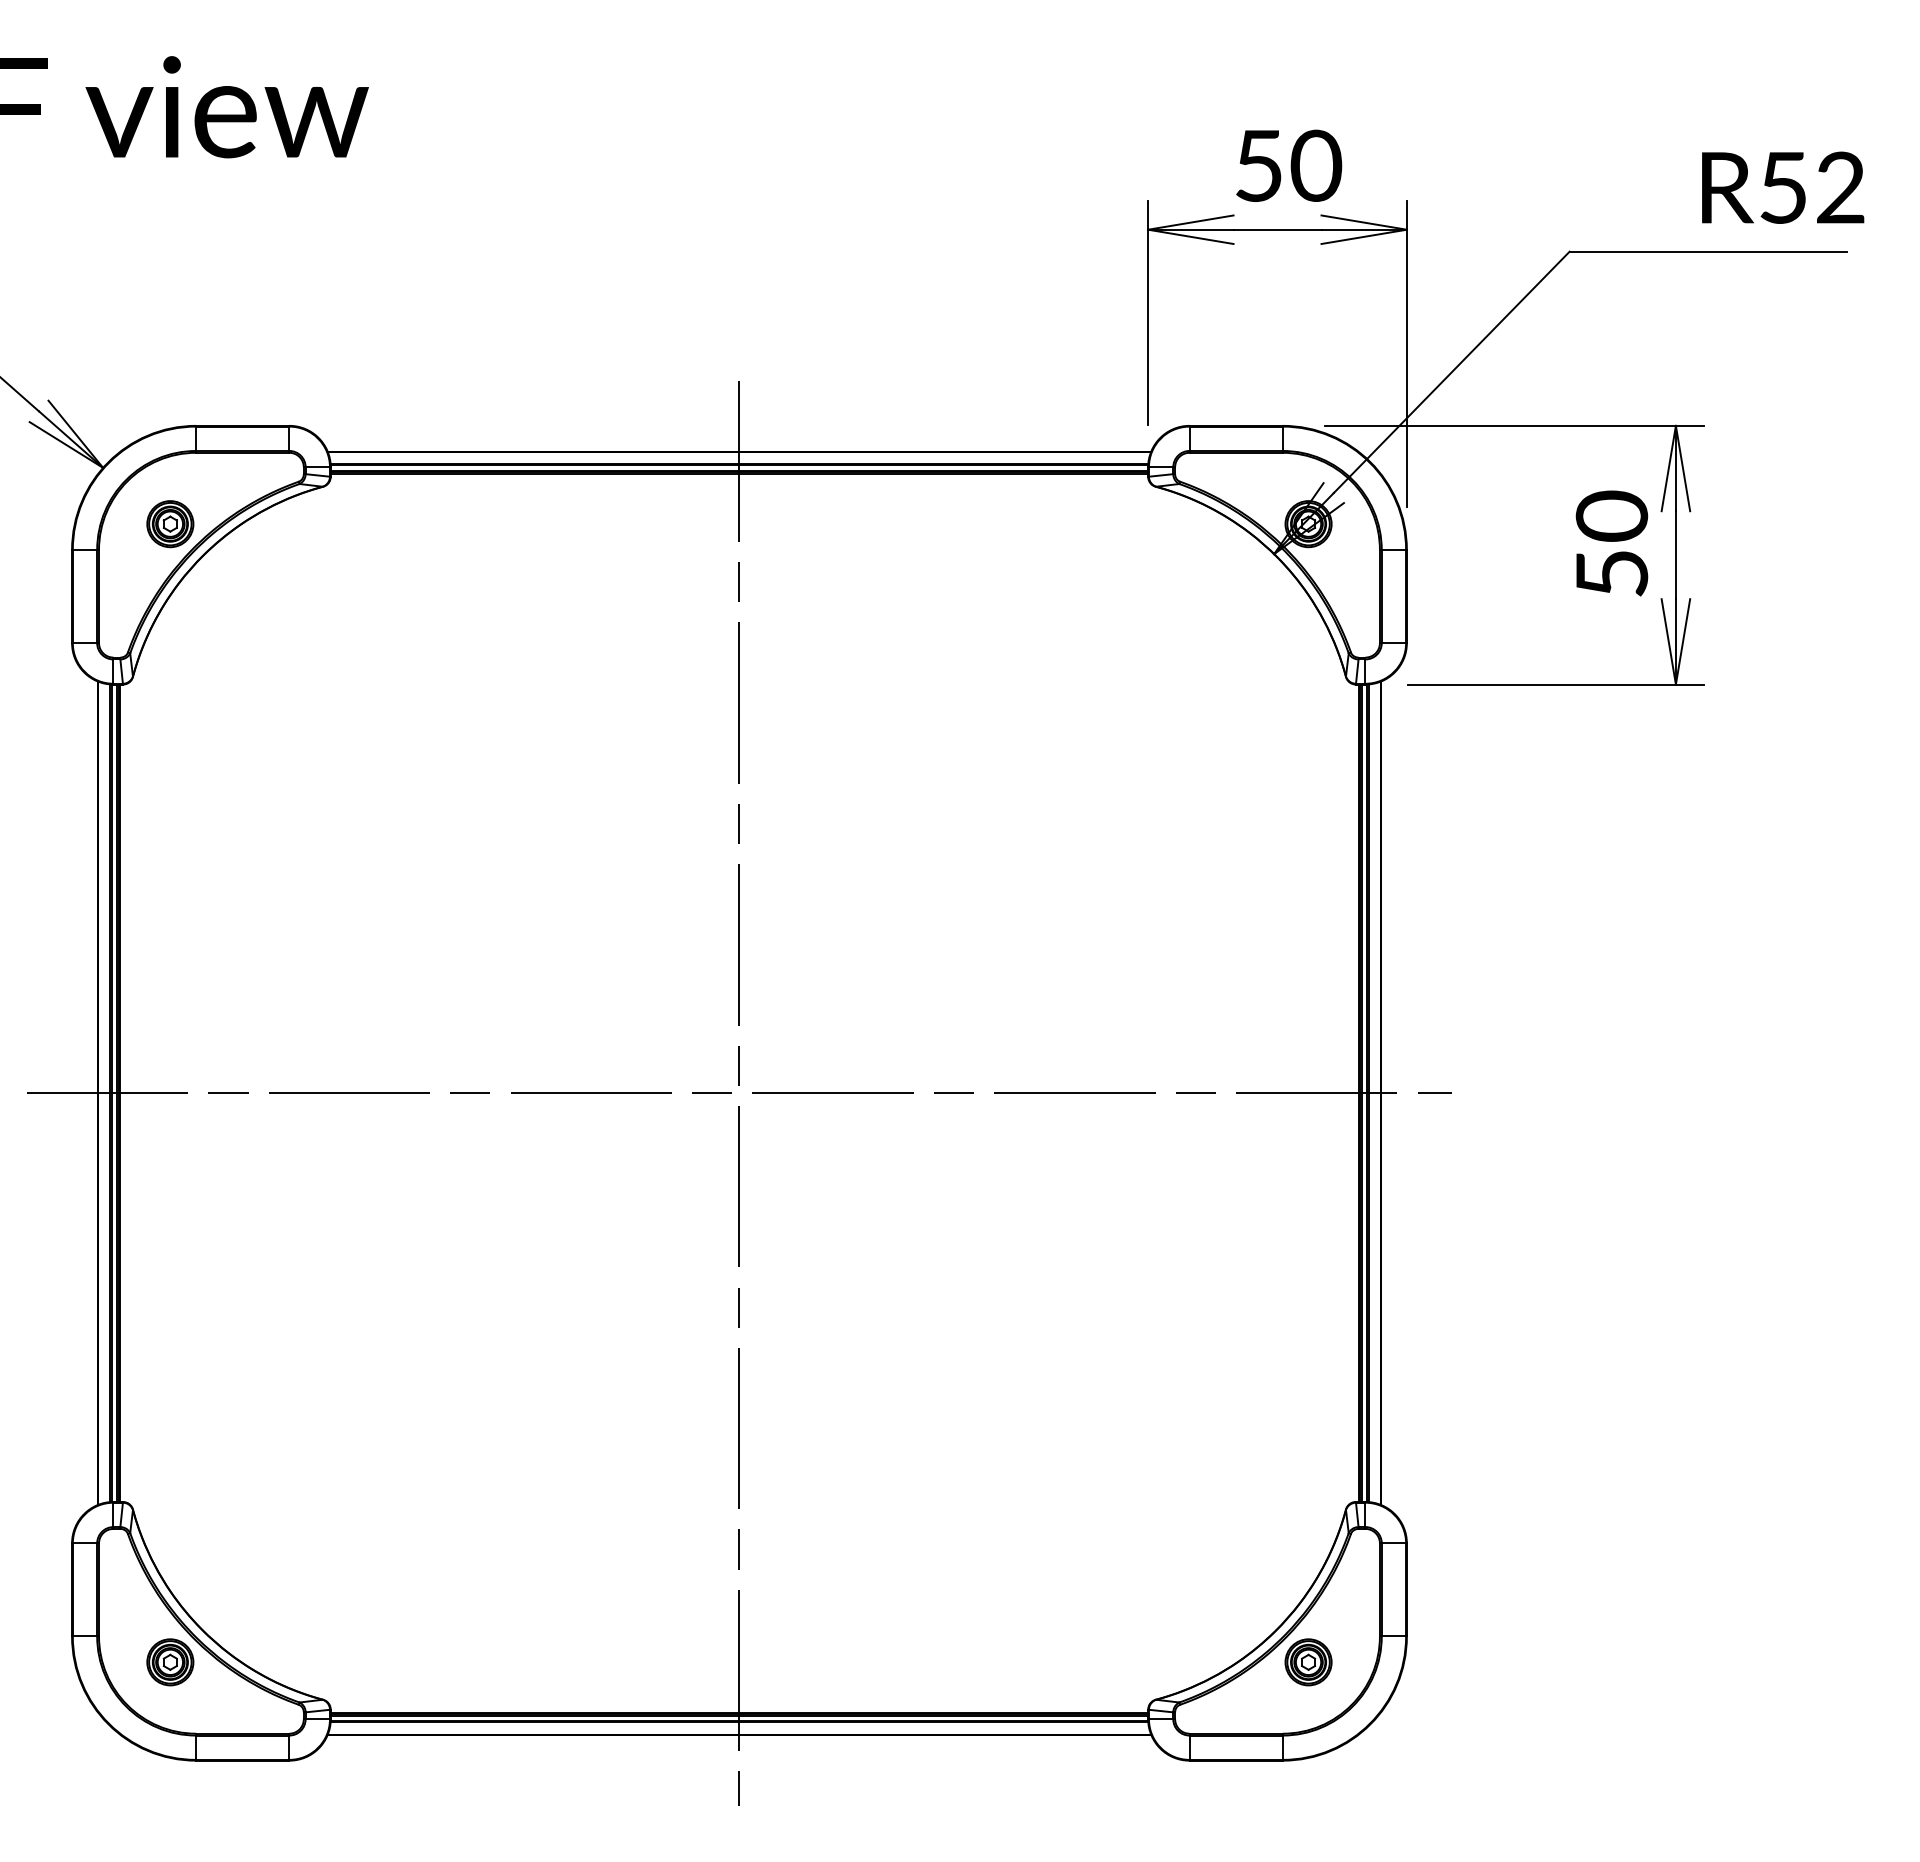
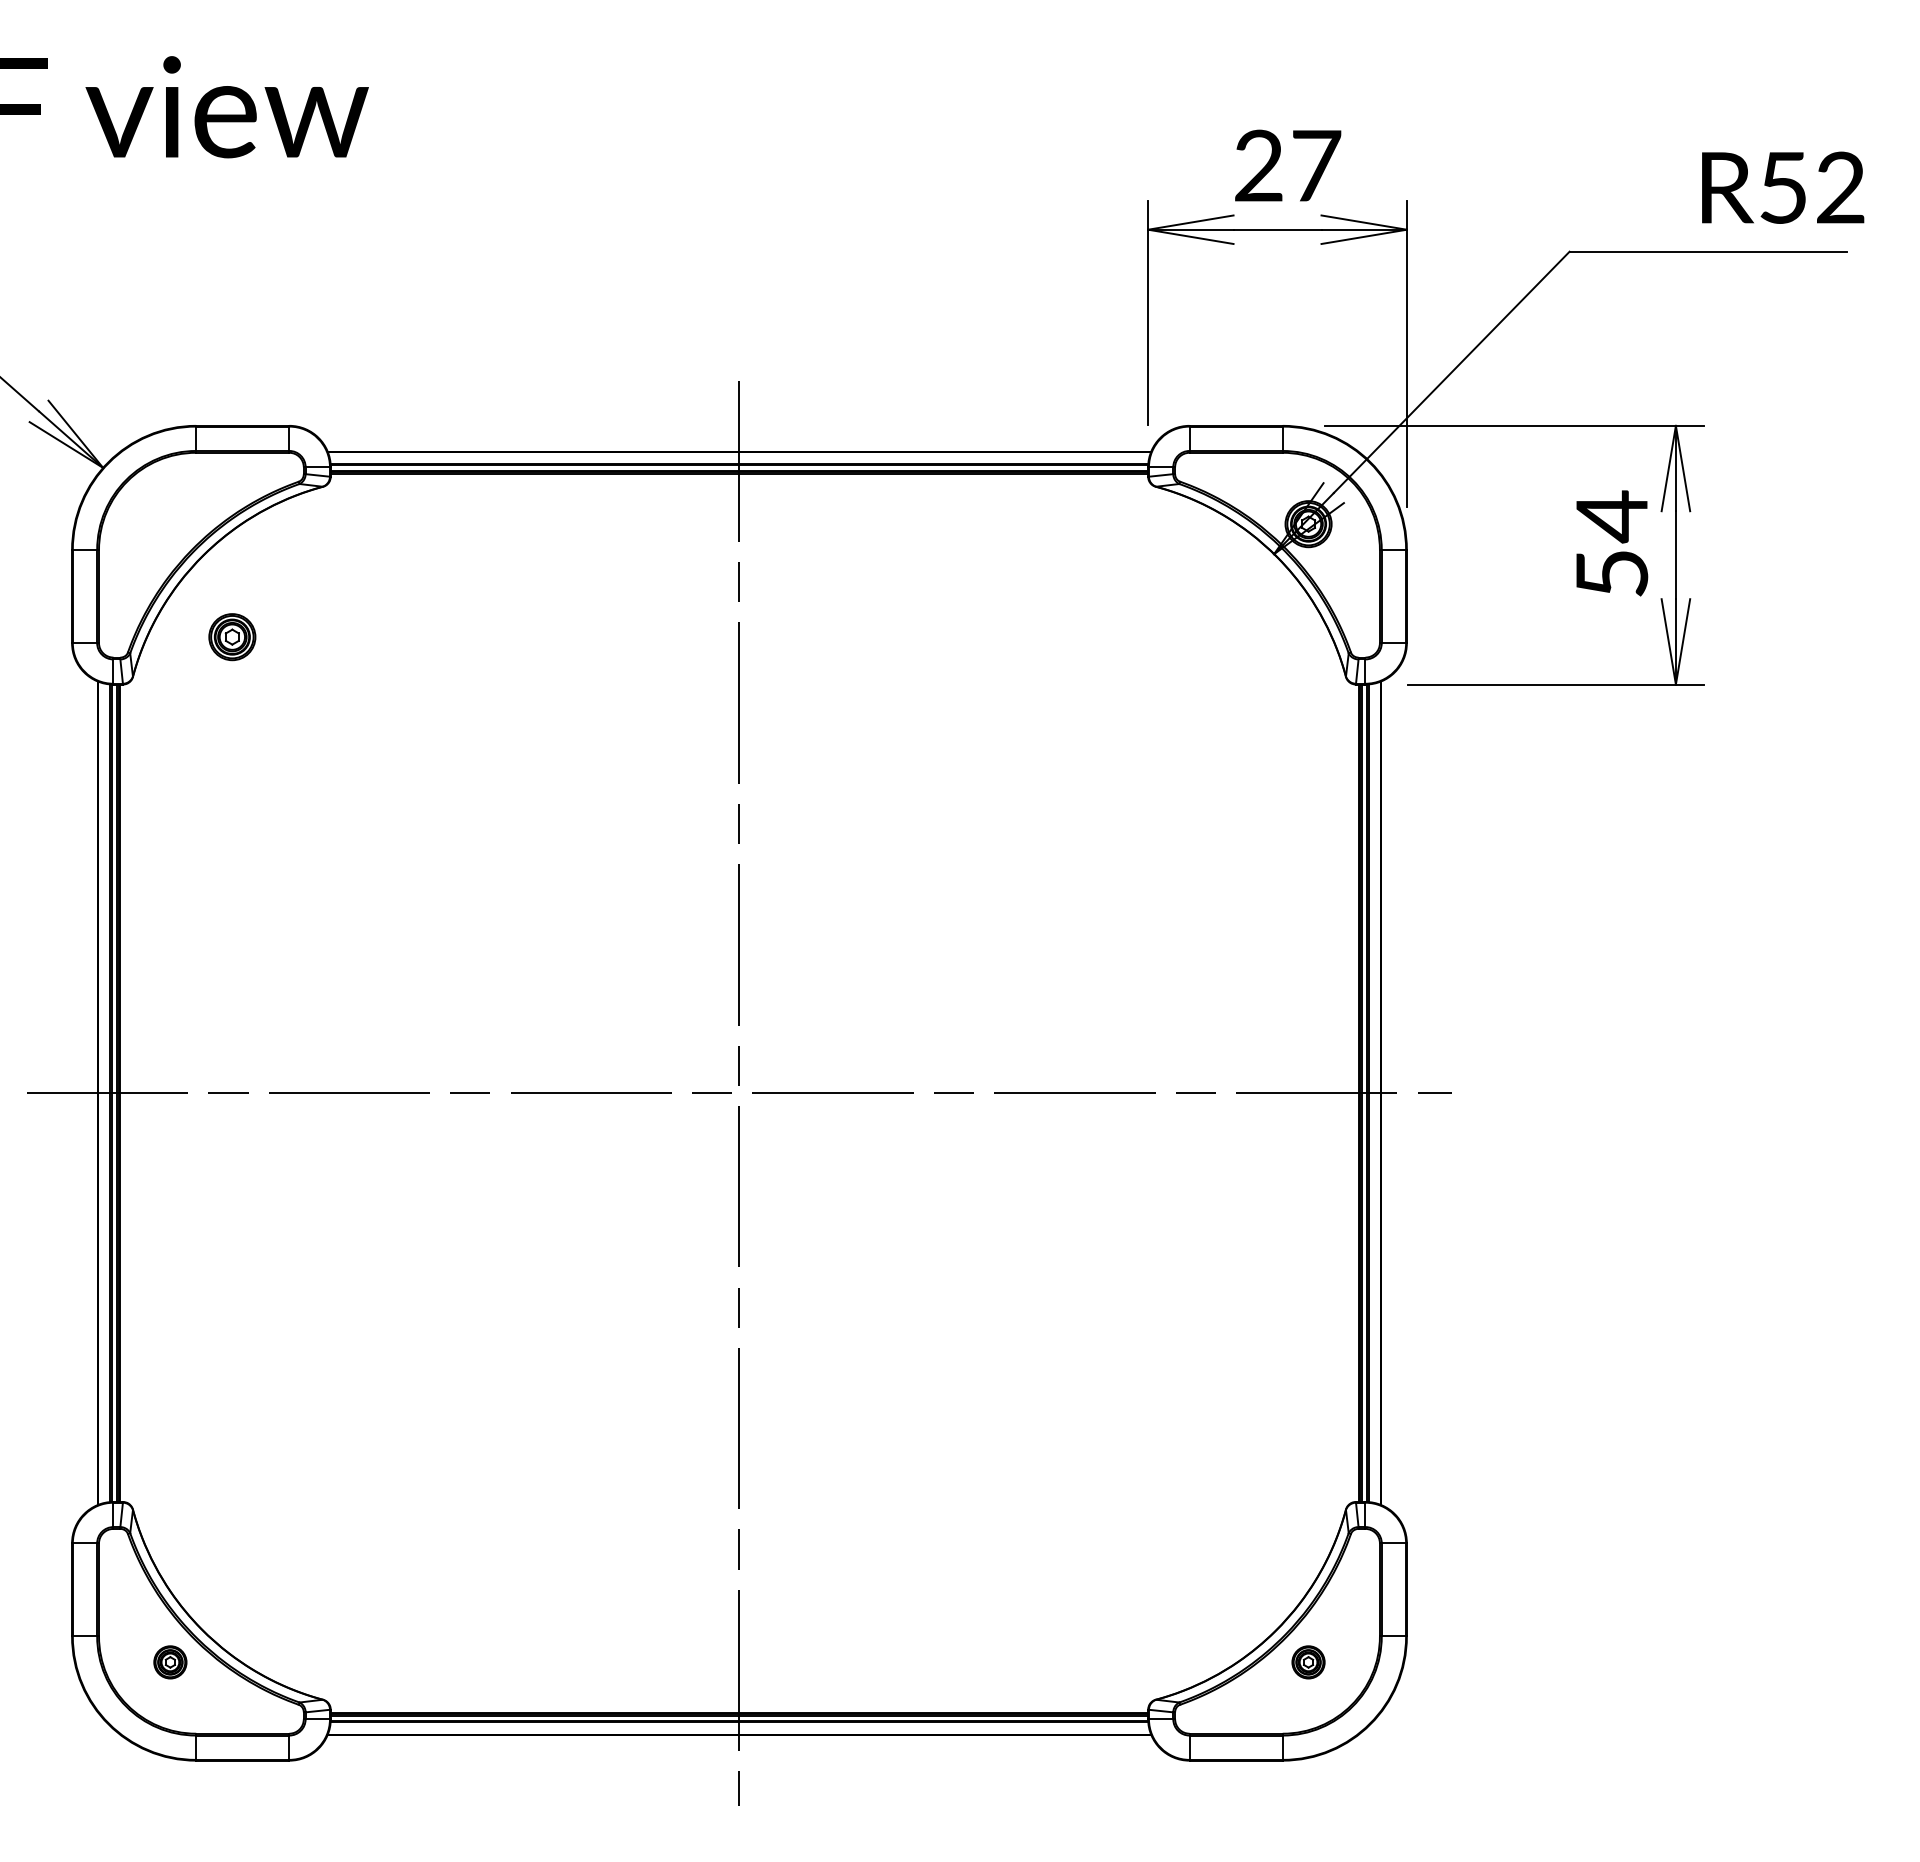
text at (1288, 165): 50 -> 27
text at (1611, 516): 50 -> 54
part at (170, 524) position: (170, 524) -> (232, 637)
part at (170, 1662) size: 49x49 px -> 35x35 px
part at (1308, 1662) size: 49x49 px -> 35x35 px
